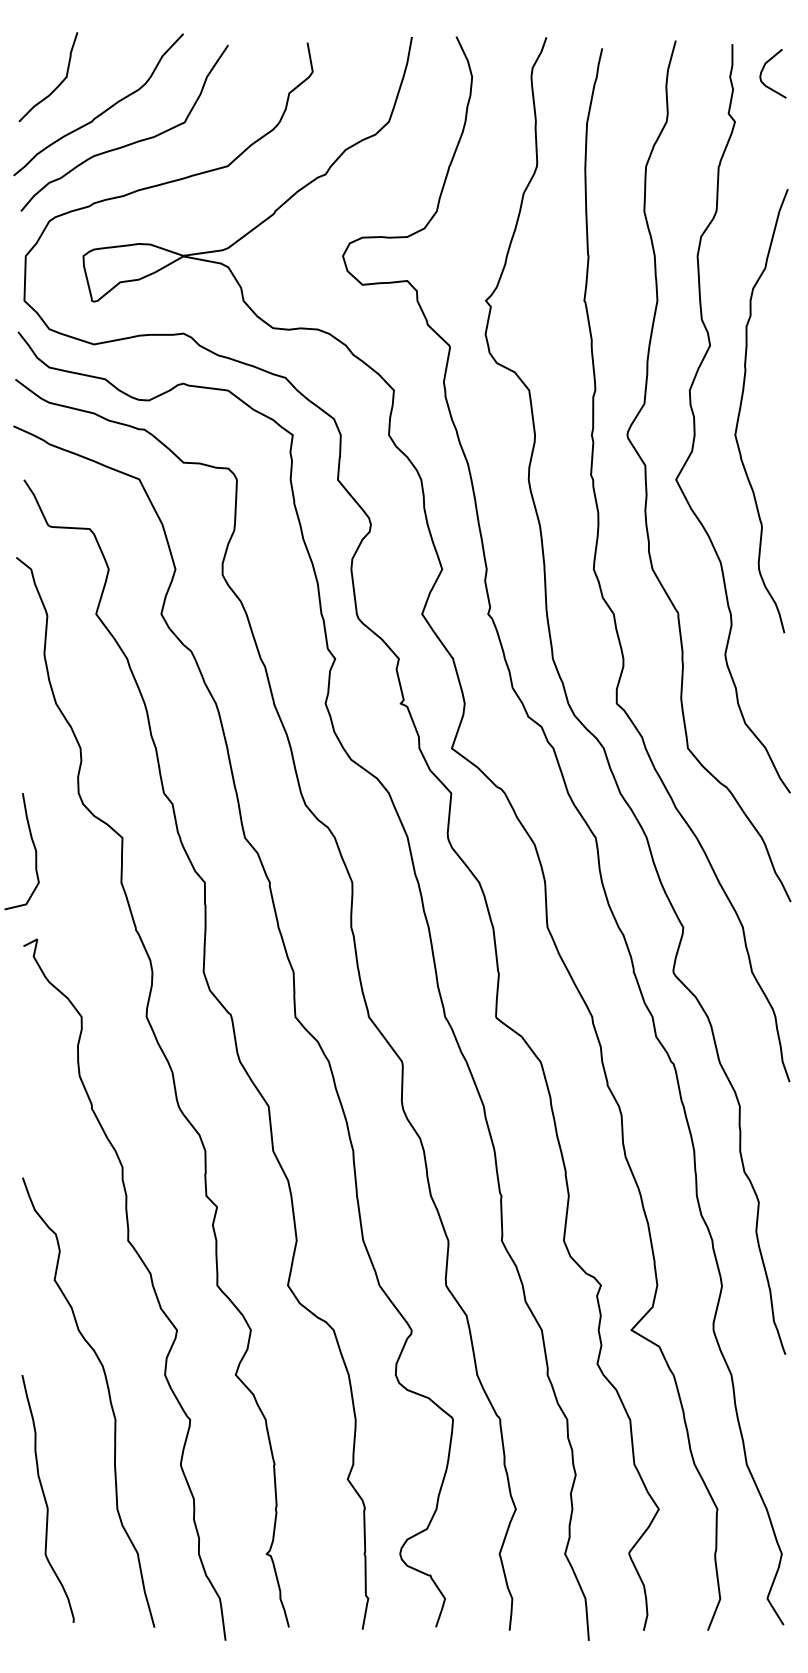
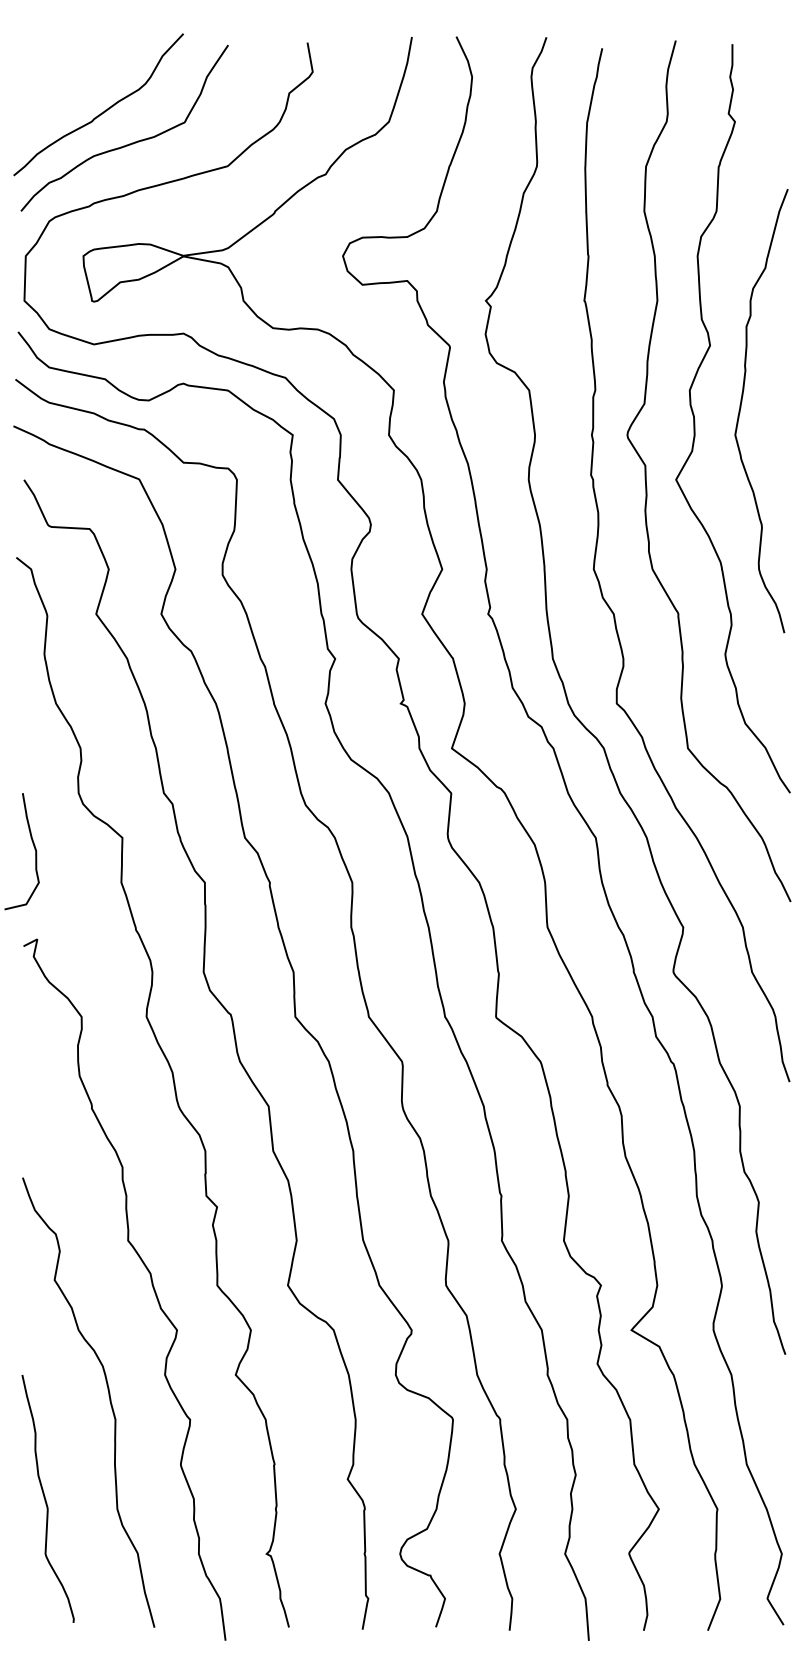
curve at (764, 68): present -> none
curve at (57, 85): present -> none
